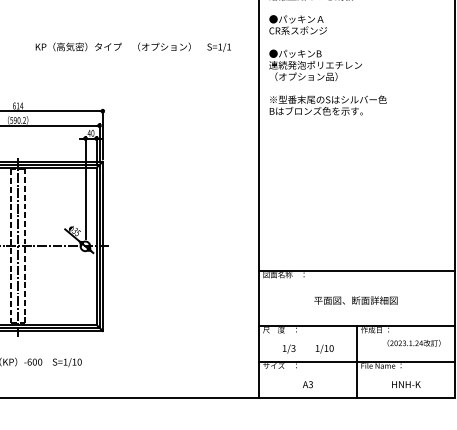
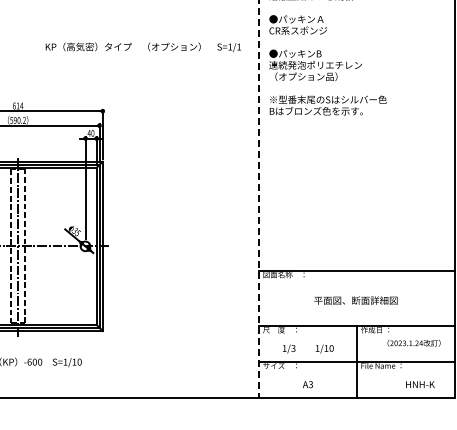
text at (132, 47) position: (132, 47) -> (142, 47)
line at (259, 199): solid -> dashed
text at (406, 384) position: (406, 384) -> (420, 384)
